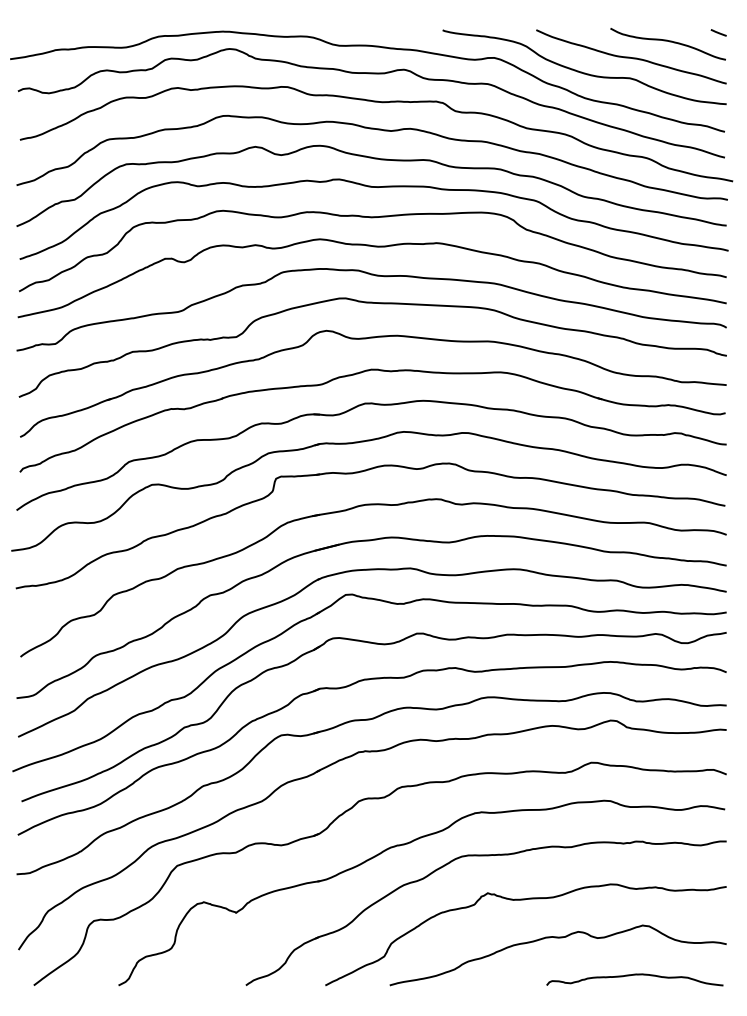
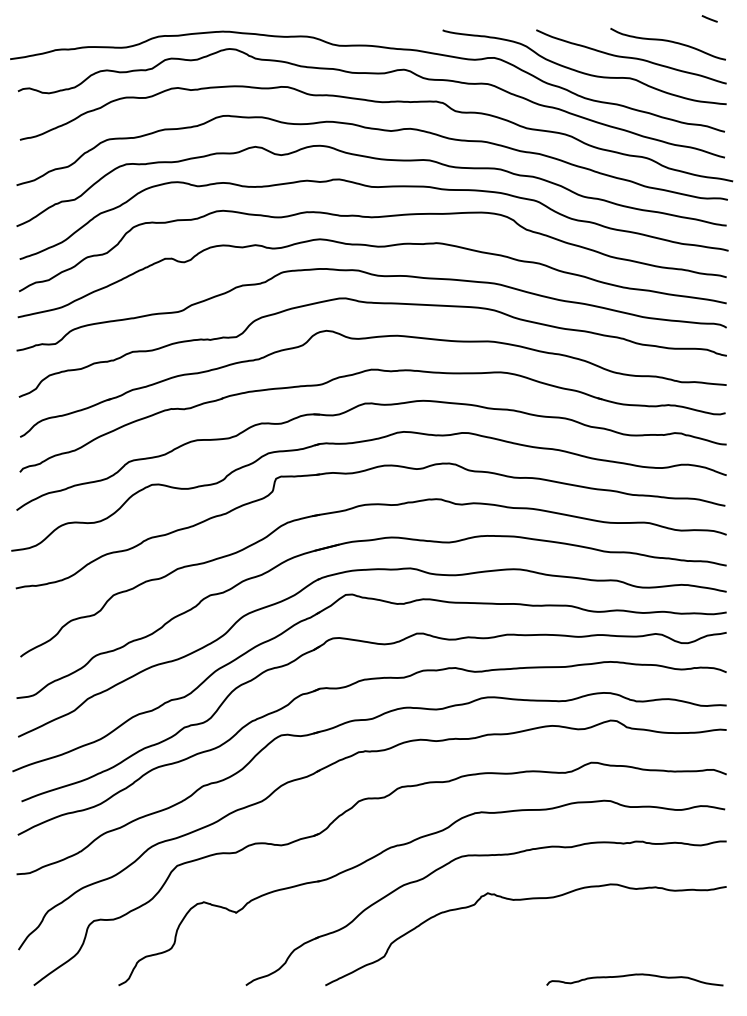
line at (718, 32) position: (718, 32) -> (709, 18)
curve at (557, 938): present -> none
